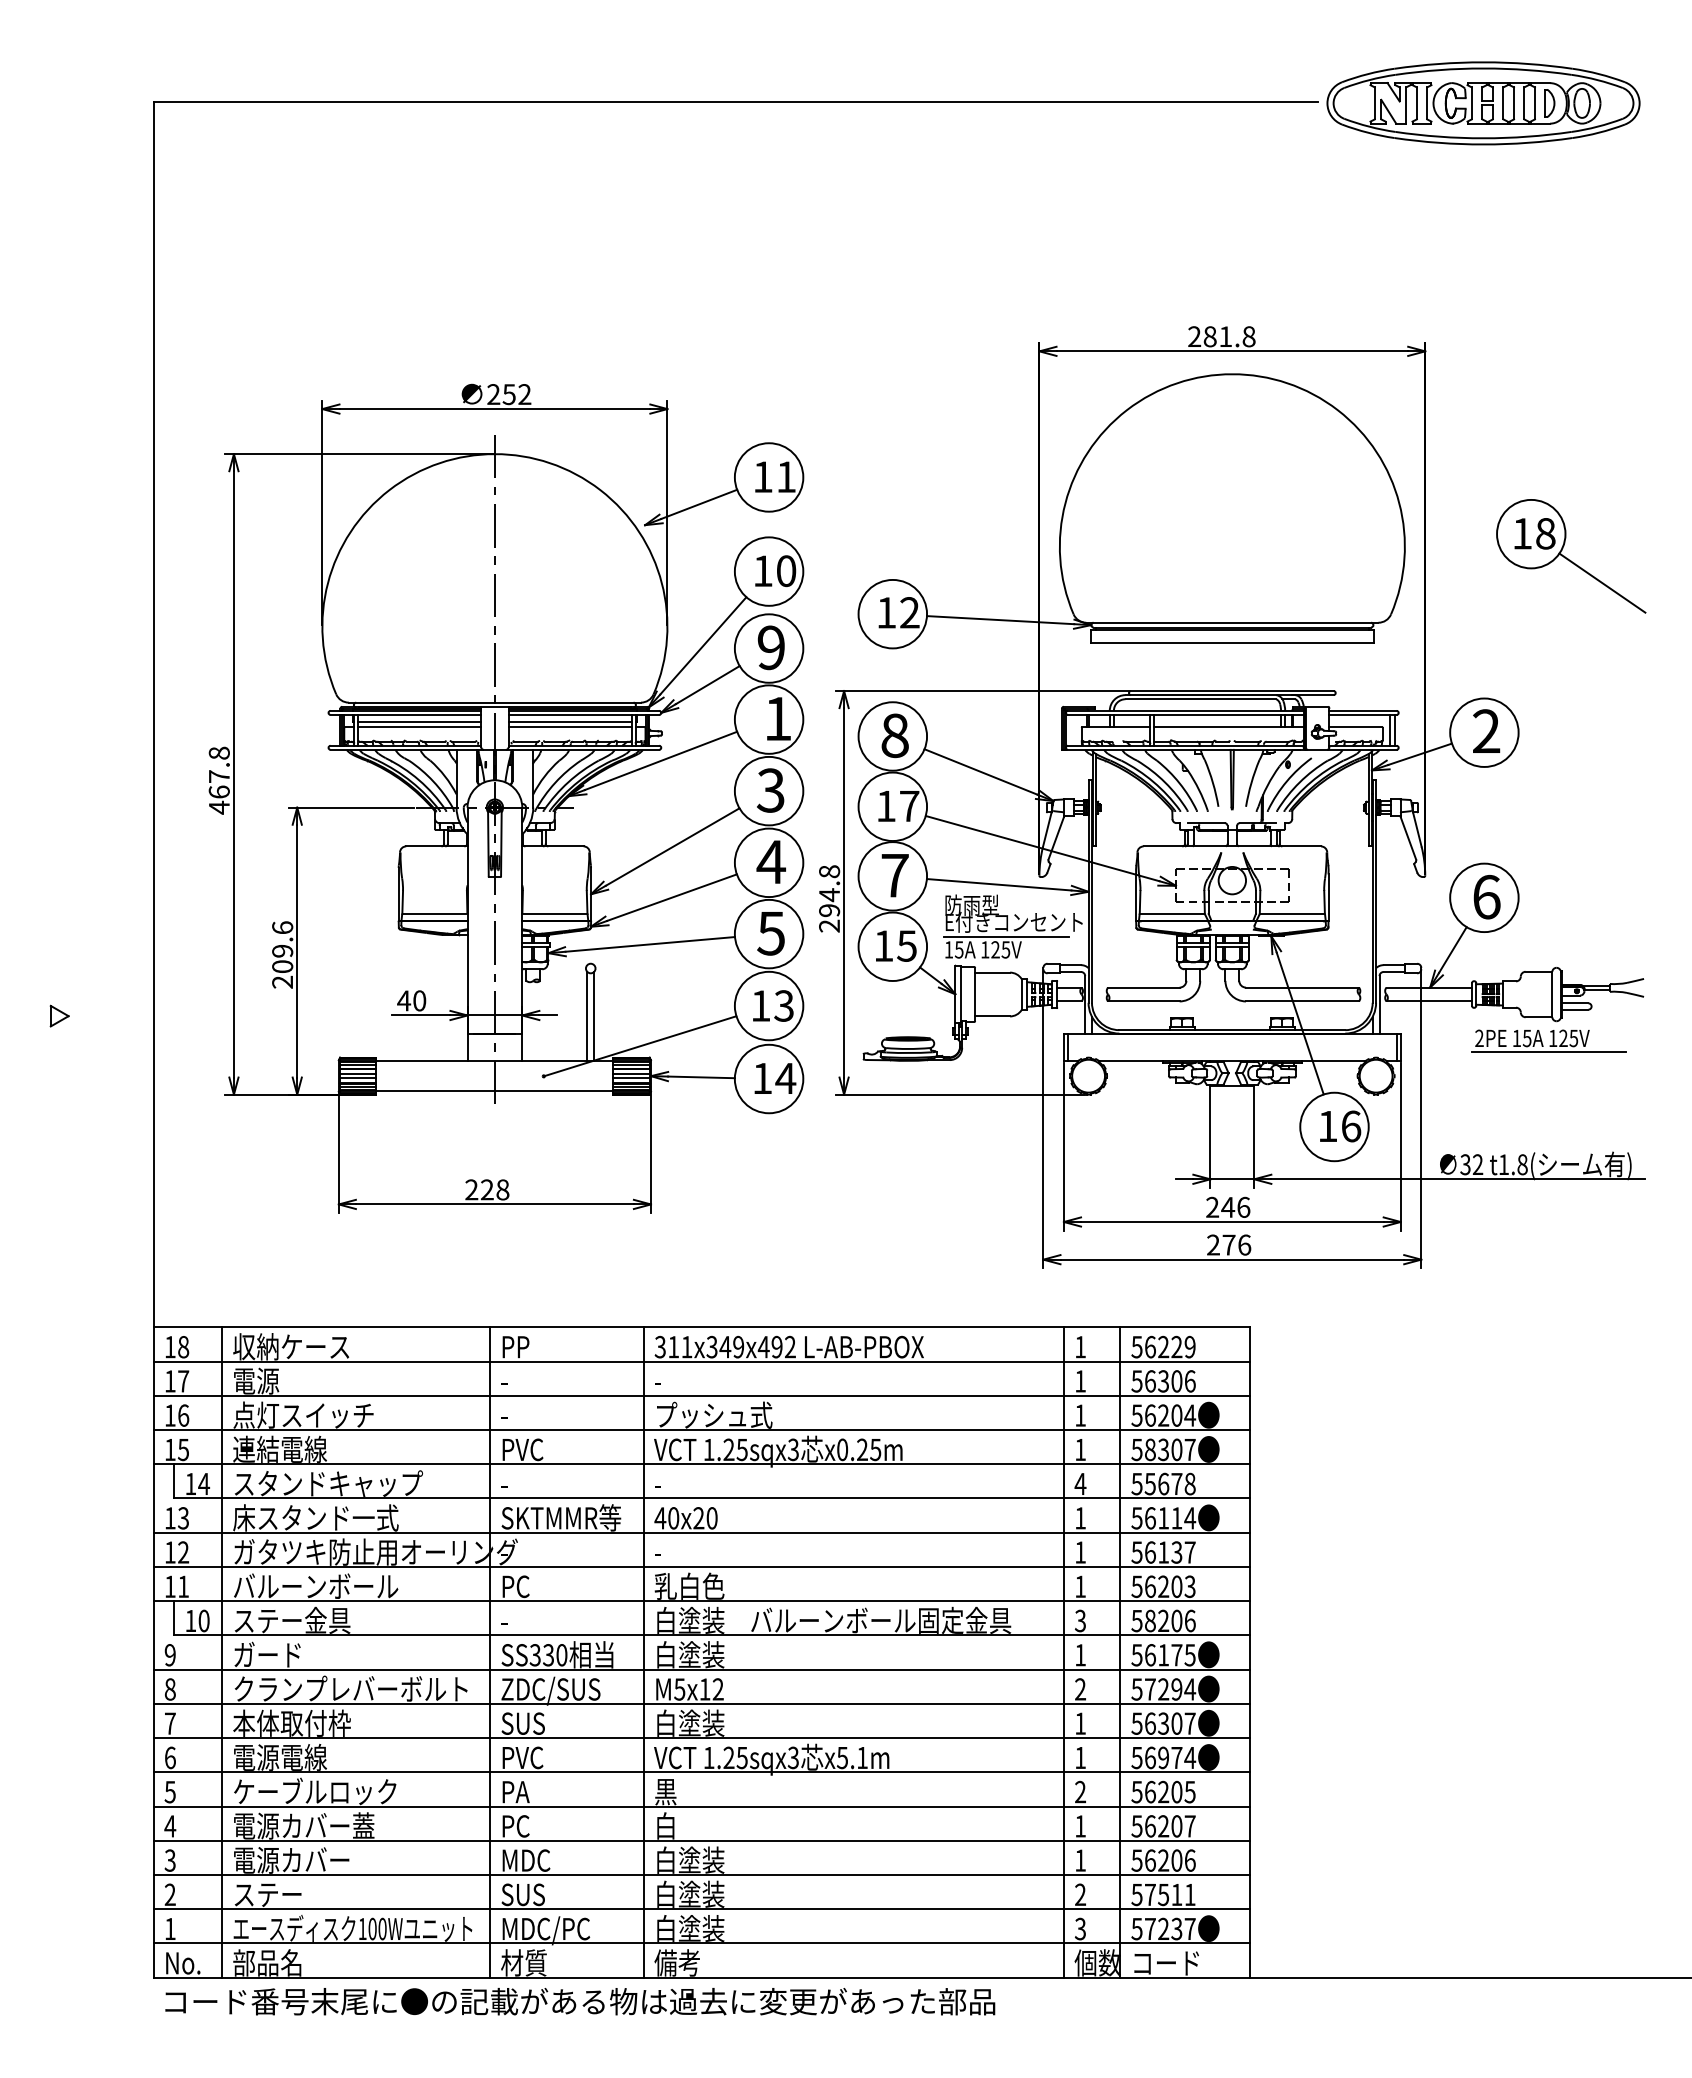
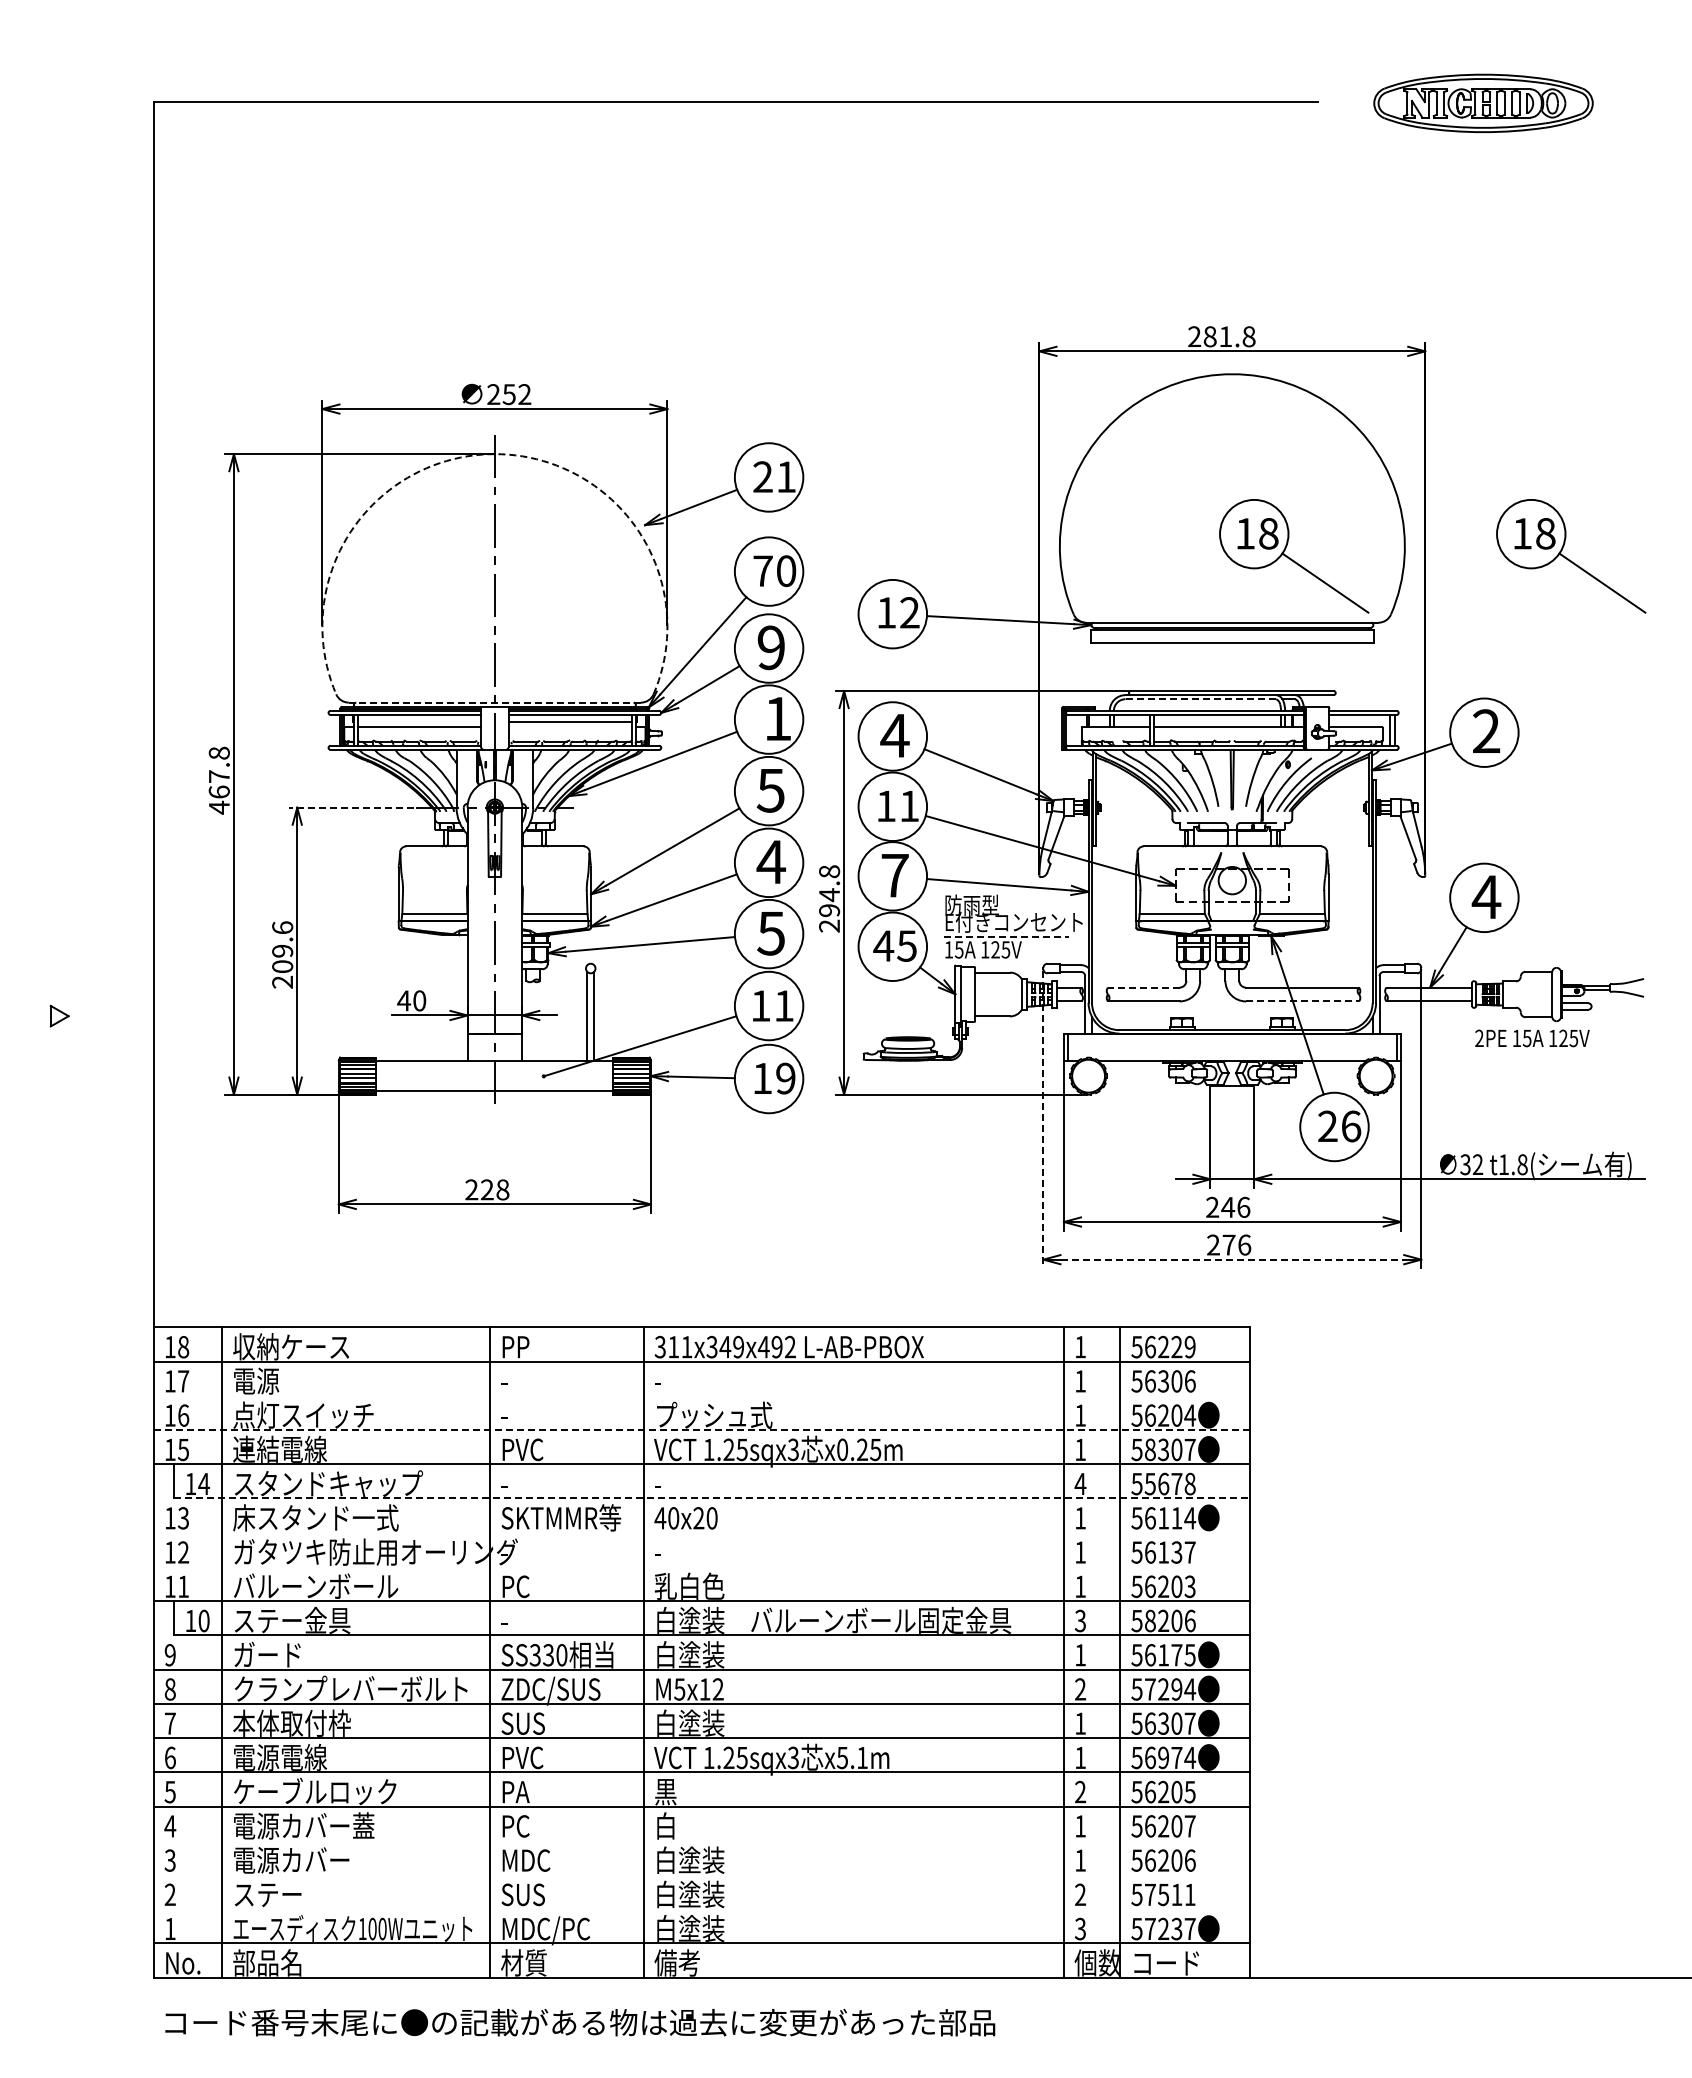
part at (1483, 103) size: 315x85 px -> 221x60 px
arc at (494, 454): solid -> dashed
text at (762, 476): 11 -> 21
part at (1294, 556): none -> present
text at (762, 570): 10 -> 70
line at (1201, 699): solid -> dashed
line at (494, 702): solid -> dashed
line at (419, 722): present -> none
line at (569, 727): present -> none
text at (894, 735): 8 -> 4
text at (770, 790): 3 -> 5
text at (909, 806): 17 -> 11
line at (351, 807): solid -> dashed
text at (1486, 896): 6 -> 4
line at (1006, 937): solid -> dashed
text at (883, 945): 15 -> 45
line at (1143, 987): solid -> dashed
line at (1303, 1001): solid -> dashed
text at (783, 1005): 13 -> 11
line at (1548, 1051): present -> none
text at (785, 1078): 14 -> 19
line at (1043, 1119): solid -> dashed
text at (1327, 1125): 16 -> 26
line at (1232, 1259): solid -> dashed
line at (701, 1395): present -> none
line at (702, 1430): solid -> dashed
line at (712, 1498): solid -> dashed
line at (701, 1532): present -> none
line at (701, 1566): present -> none
line at (701, 1840): present -> none
line at (701, 1875): present -> none
line at (701, 1909): present -> none
text at (580, 2001) position: (580, 2001) -> (580, 2022)
